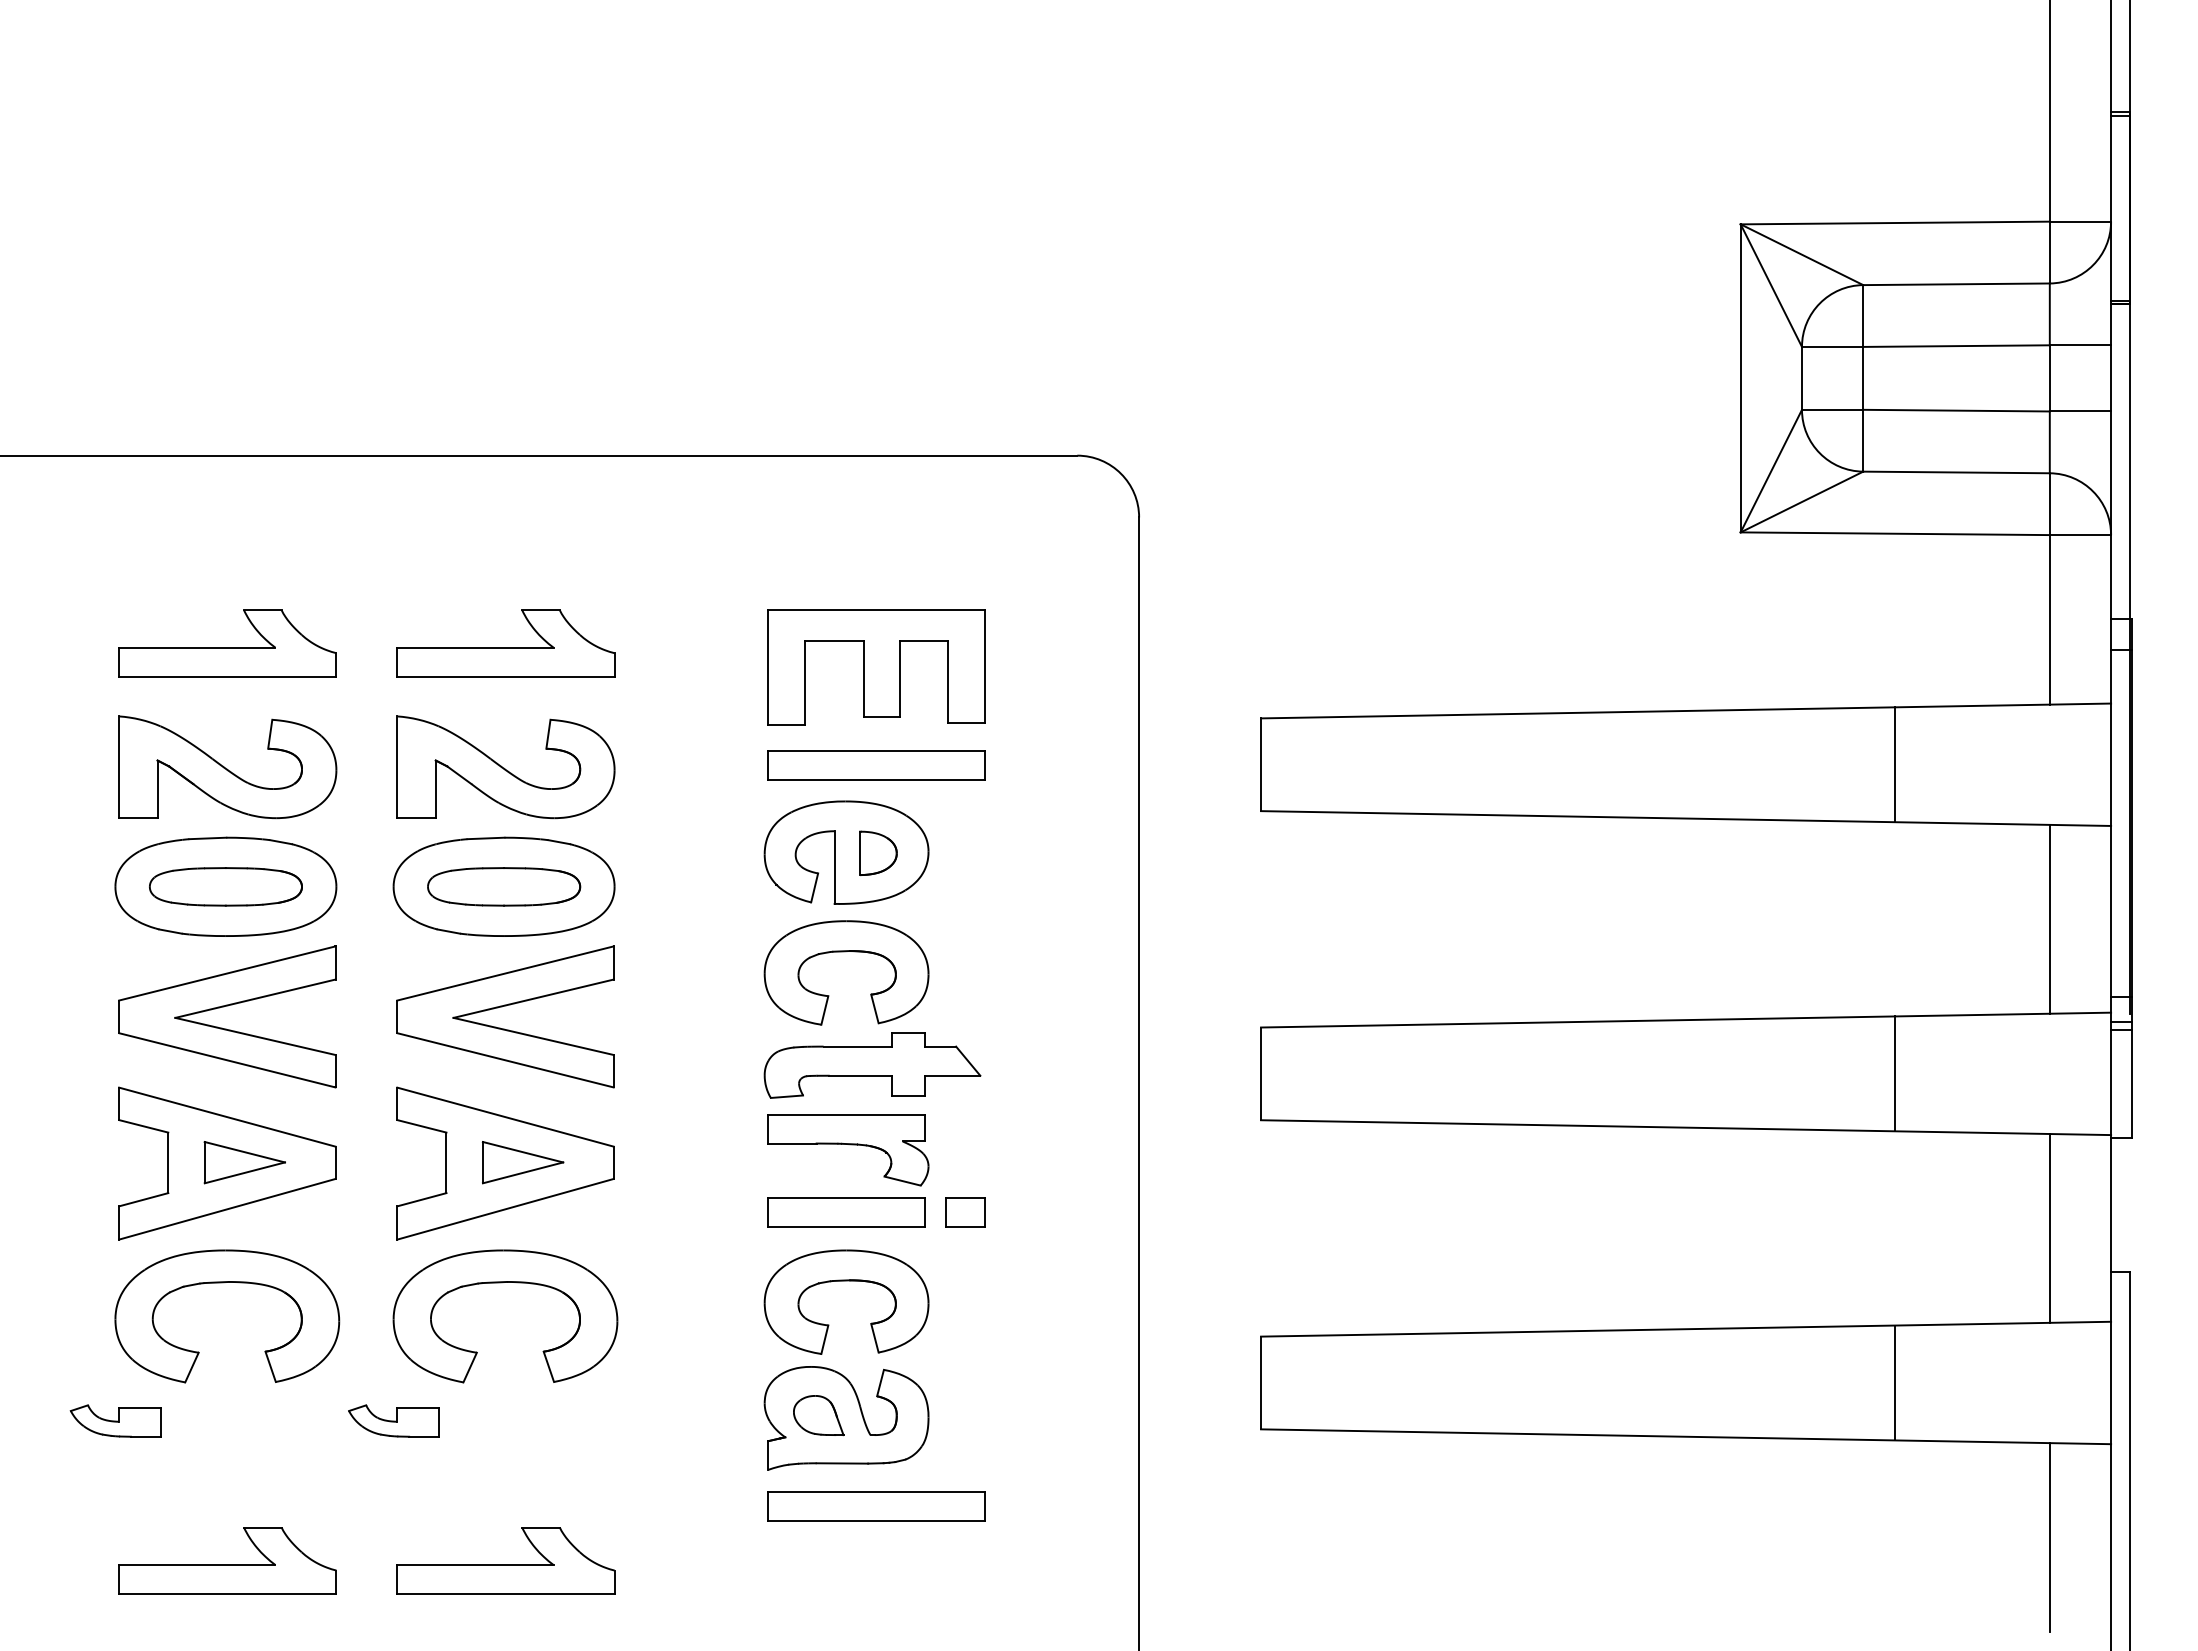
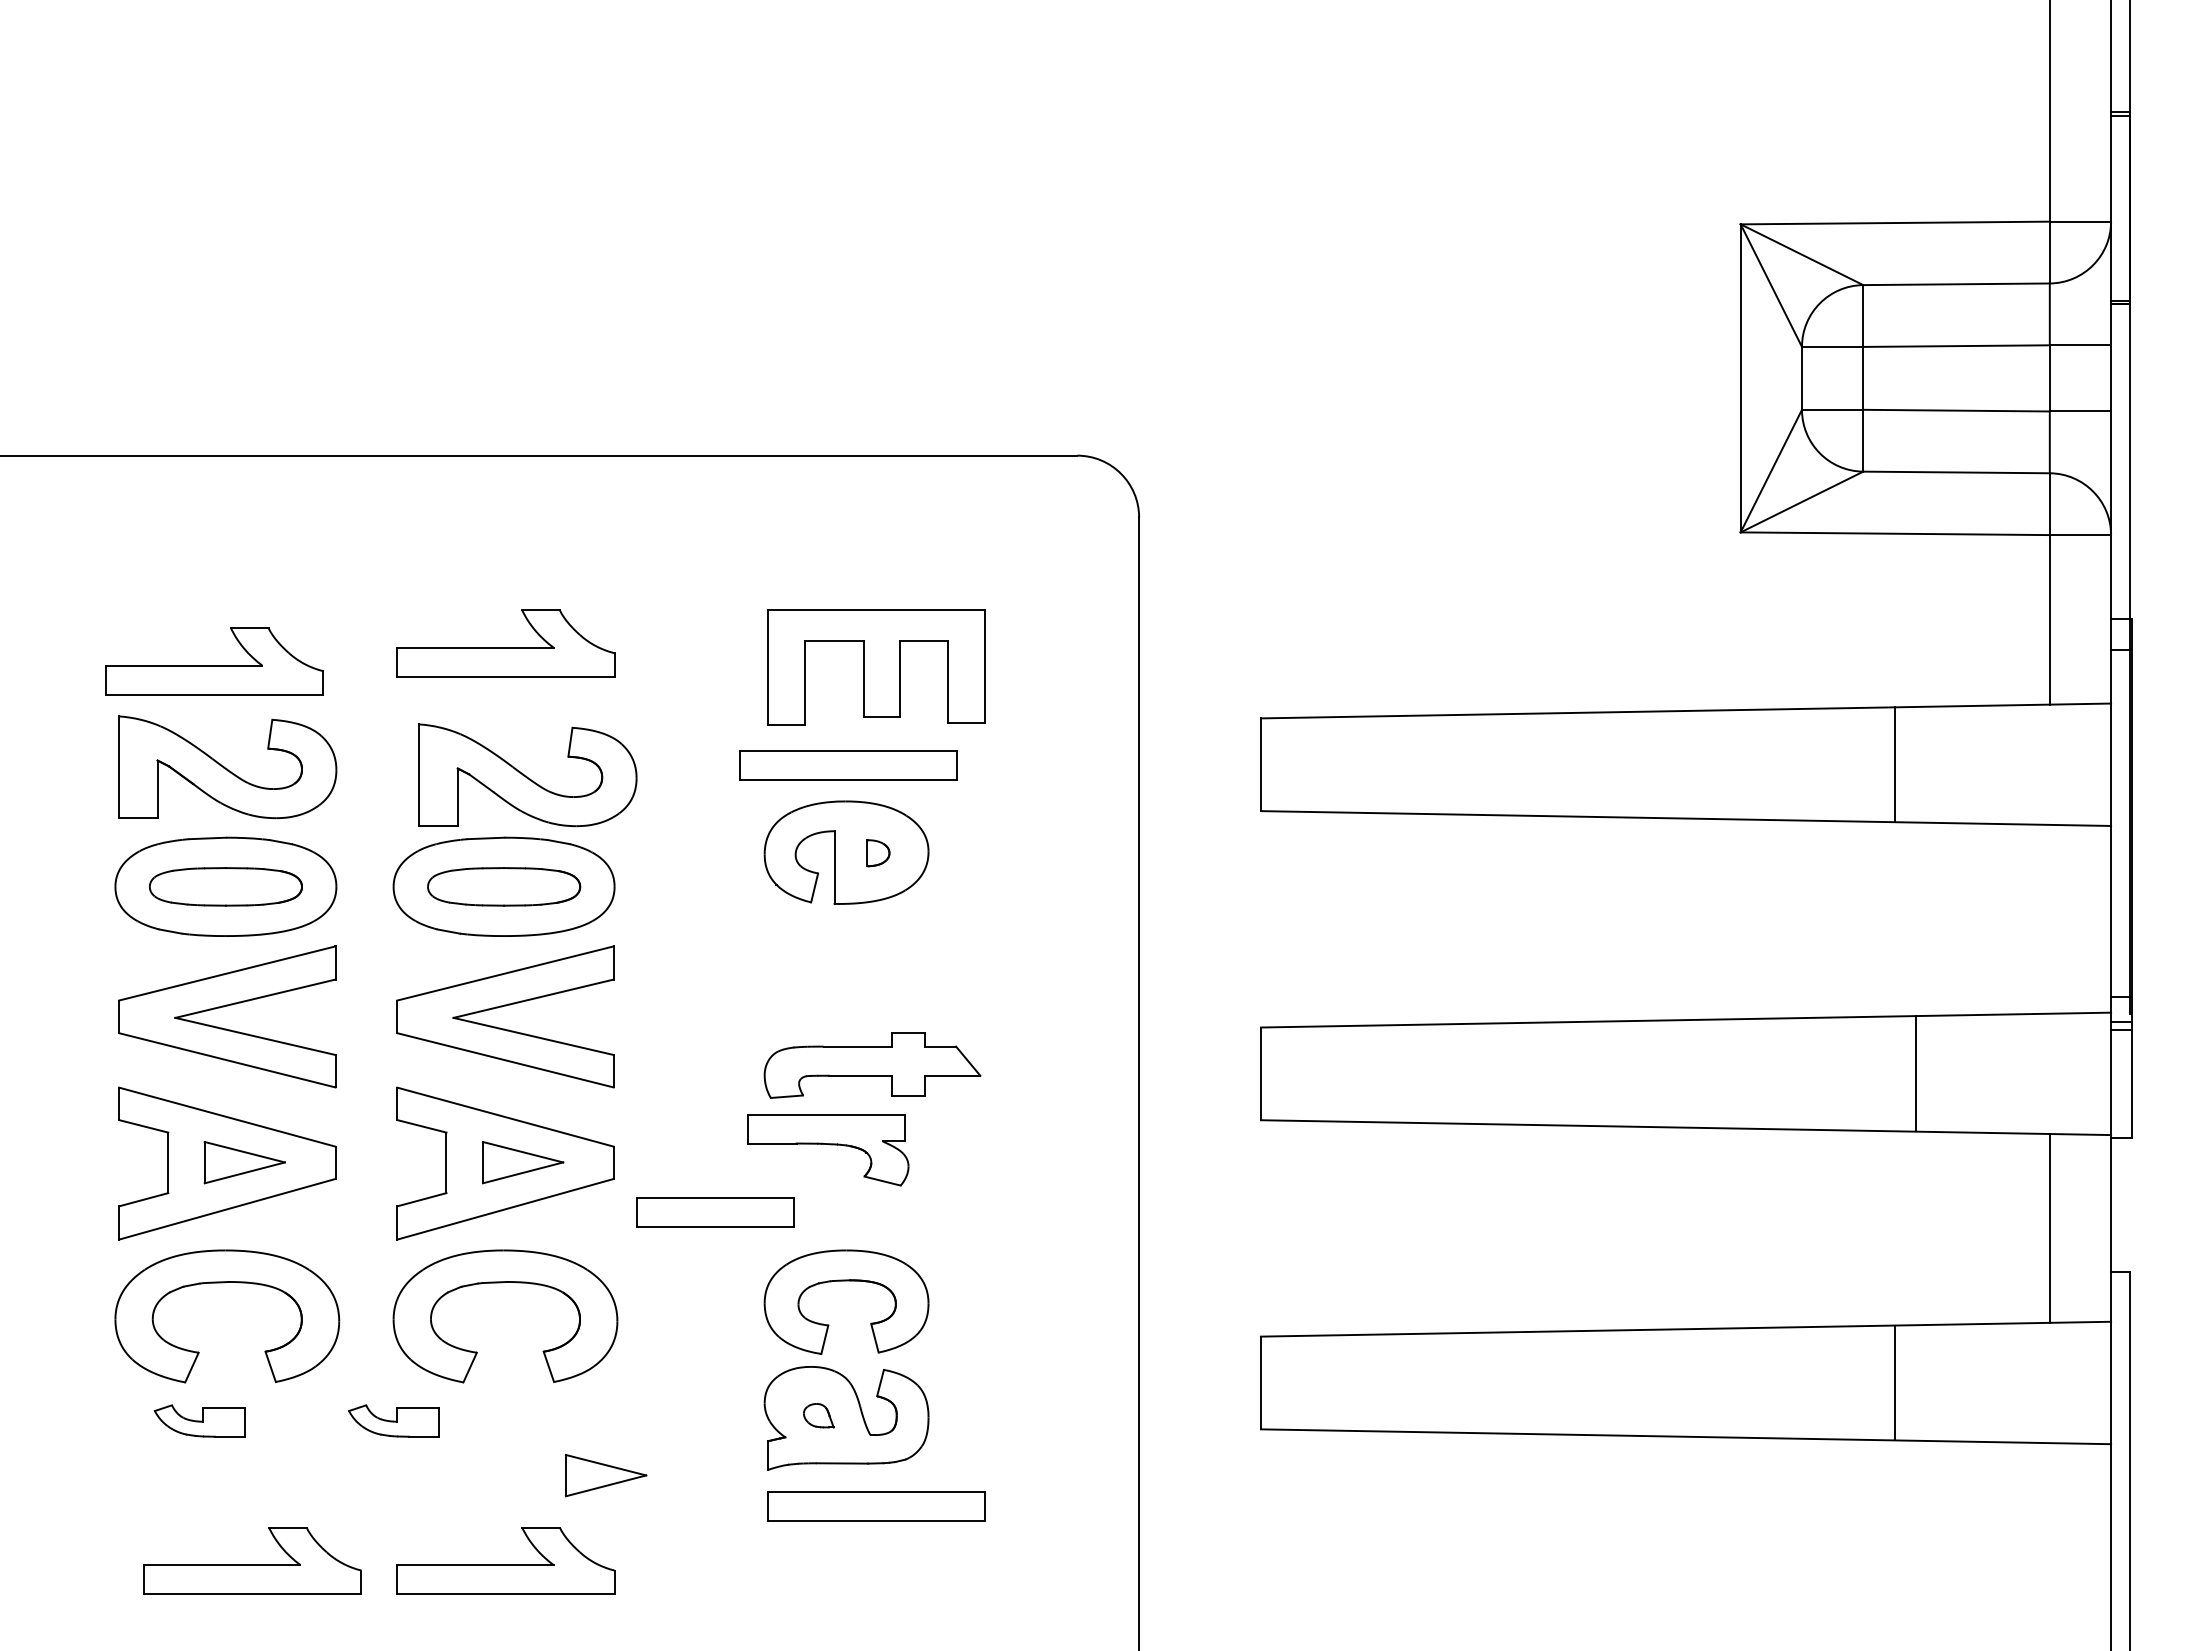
part at (227, 643) position: (227, 643) -> (214, 661)
part at (876, 765) position: (876, 765) -> (848, 765)
part at (505, 767) position: (505, 767) -> (527, 775)
part at (878, 852) size: 39x46 px -> 25x29 px
line at (2049, 918): present -> none
part at (846, 952): present -> none
line at (1894, 1073) position: (1894, 1073) -> (1915, 1073)
part at (848, 1150) position: (848, 1150) -> (828, 1150)
part at (846, 1212) position: (846, 1212) -> (715, 1212)
part at (965, 1212): present -> none
part at (818, 1415) size: 52x42 px -> 32x26 px
part at (115, 1420) position: (115, 1420) -> (199, 1420)
part at (605, 1475): none -> present
line at (2049, 1537): present -> none
part at (227, 1560) position: (227, 1560) -> (252, 1560)
